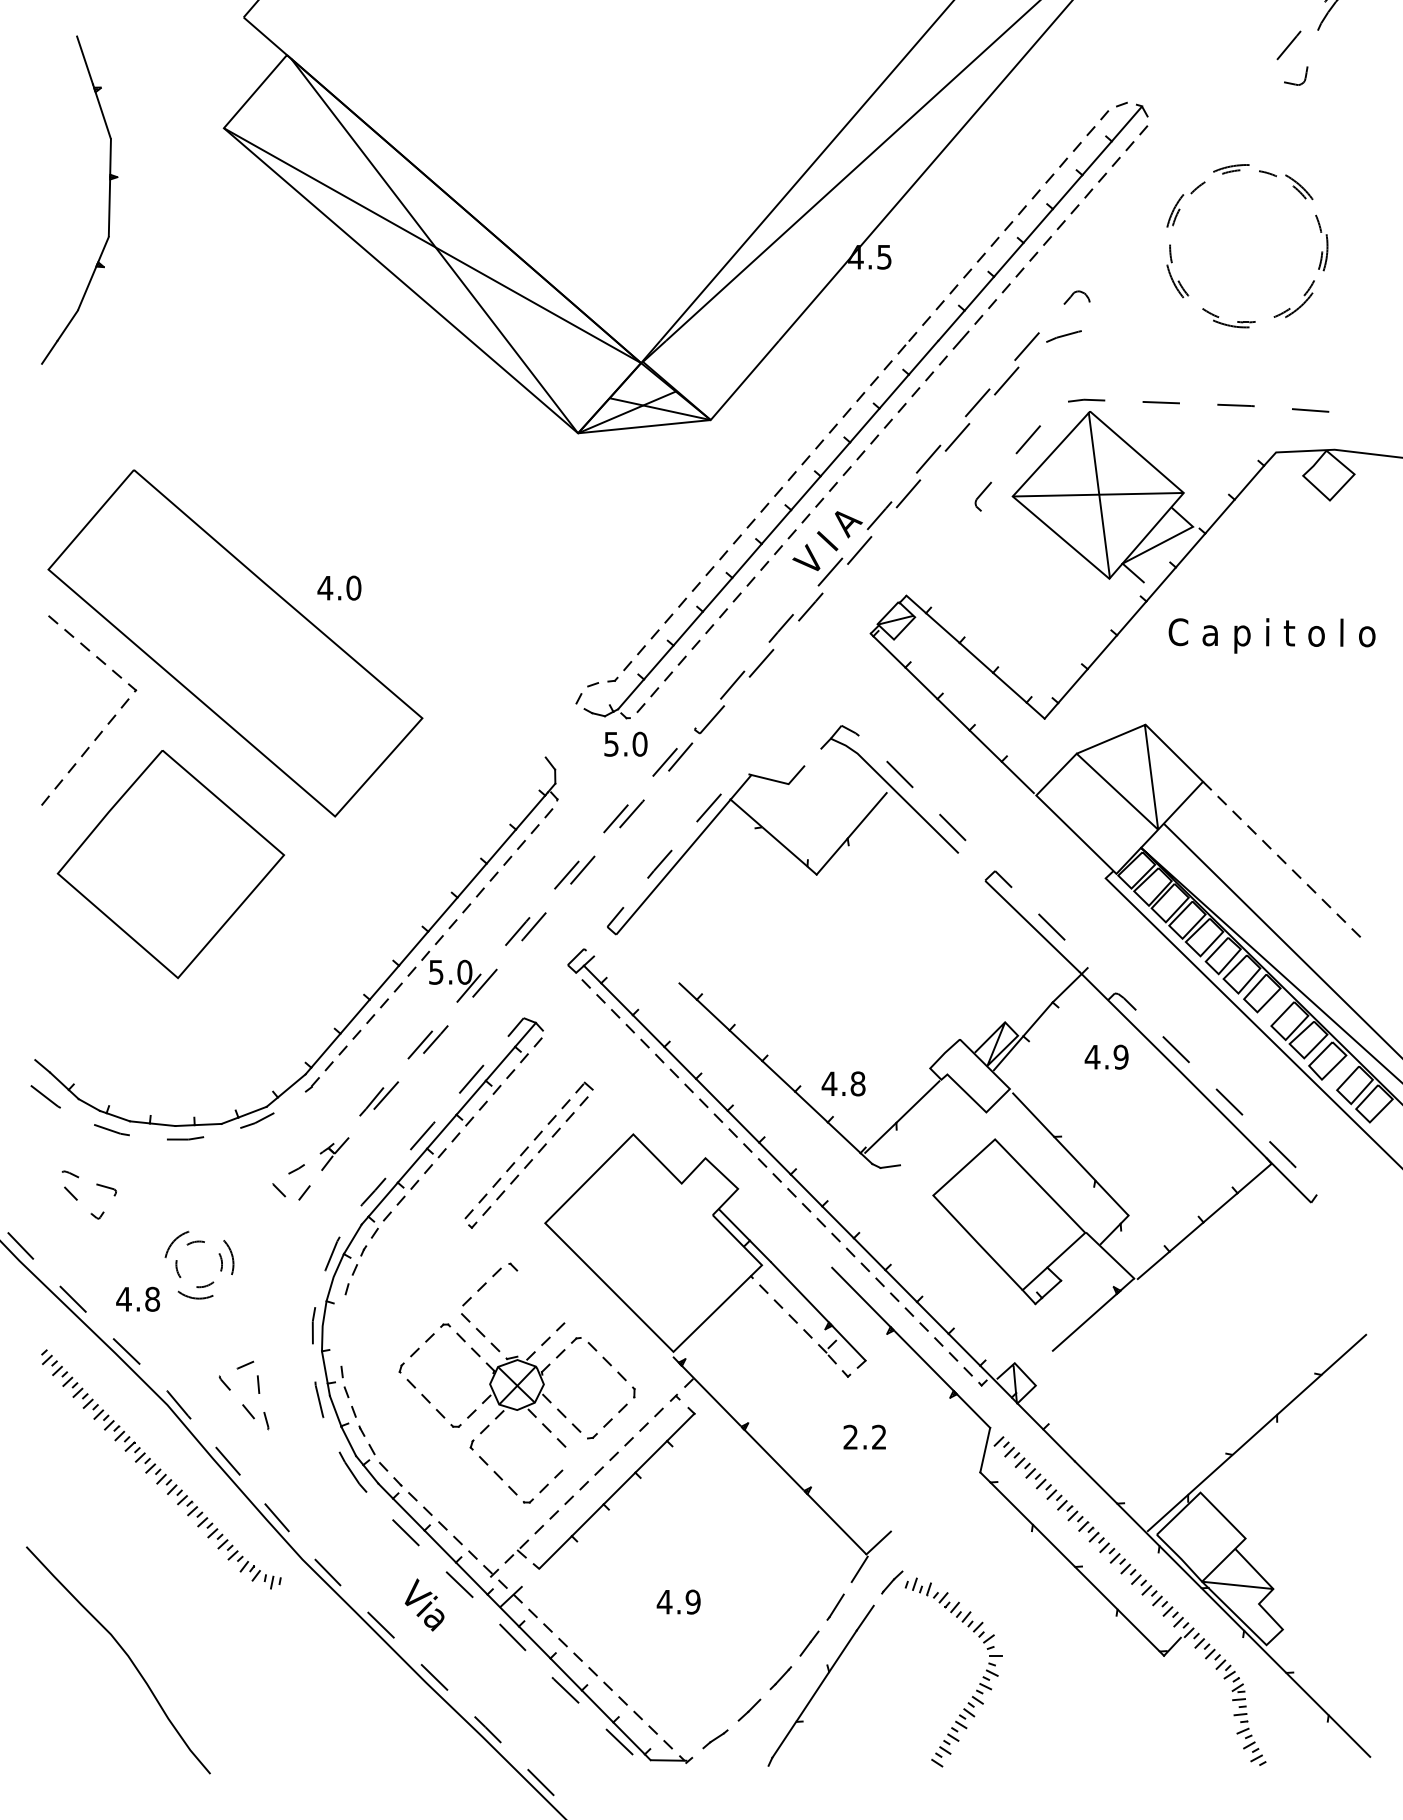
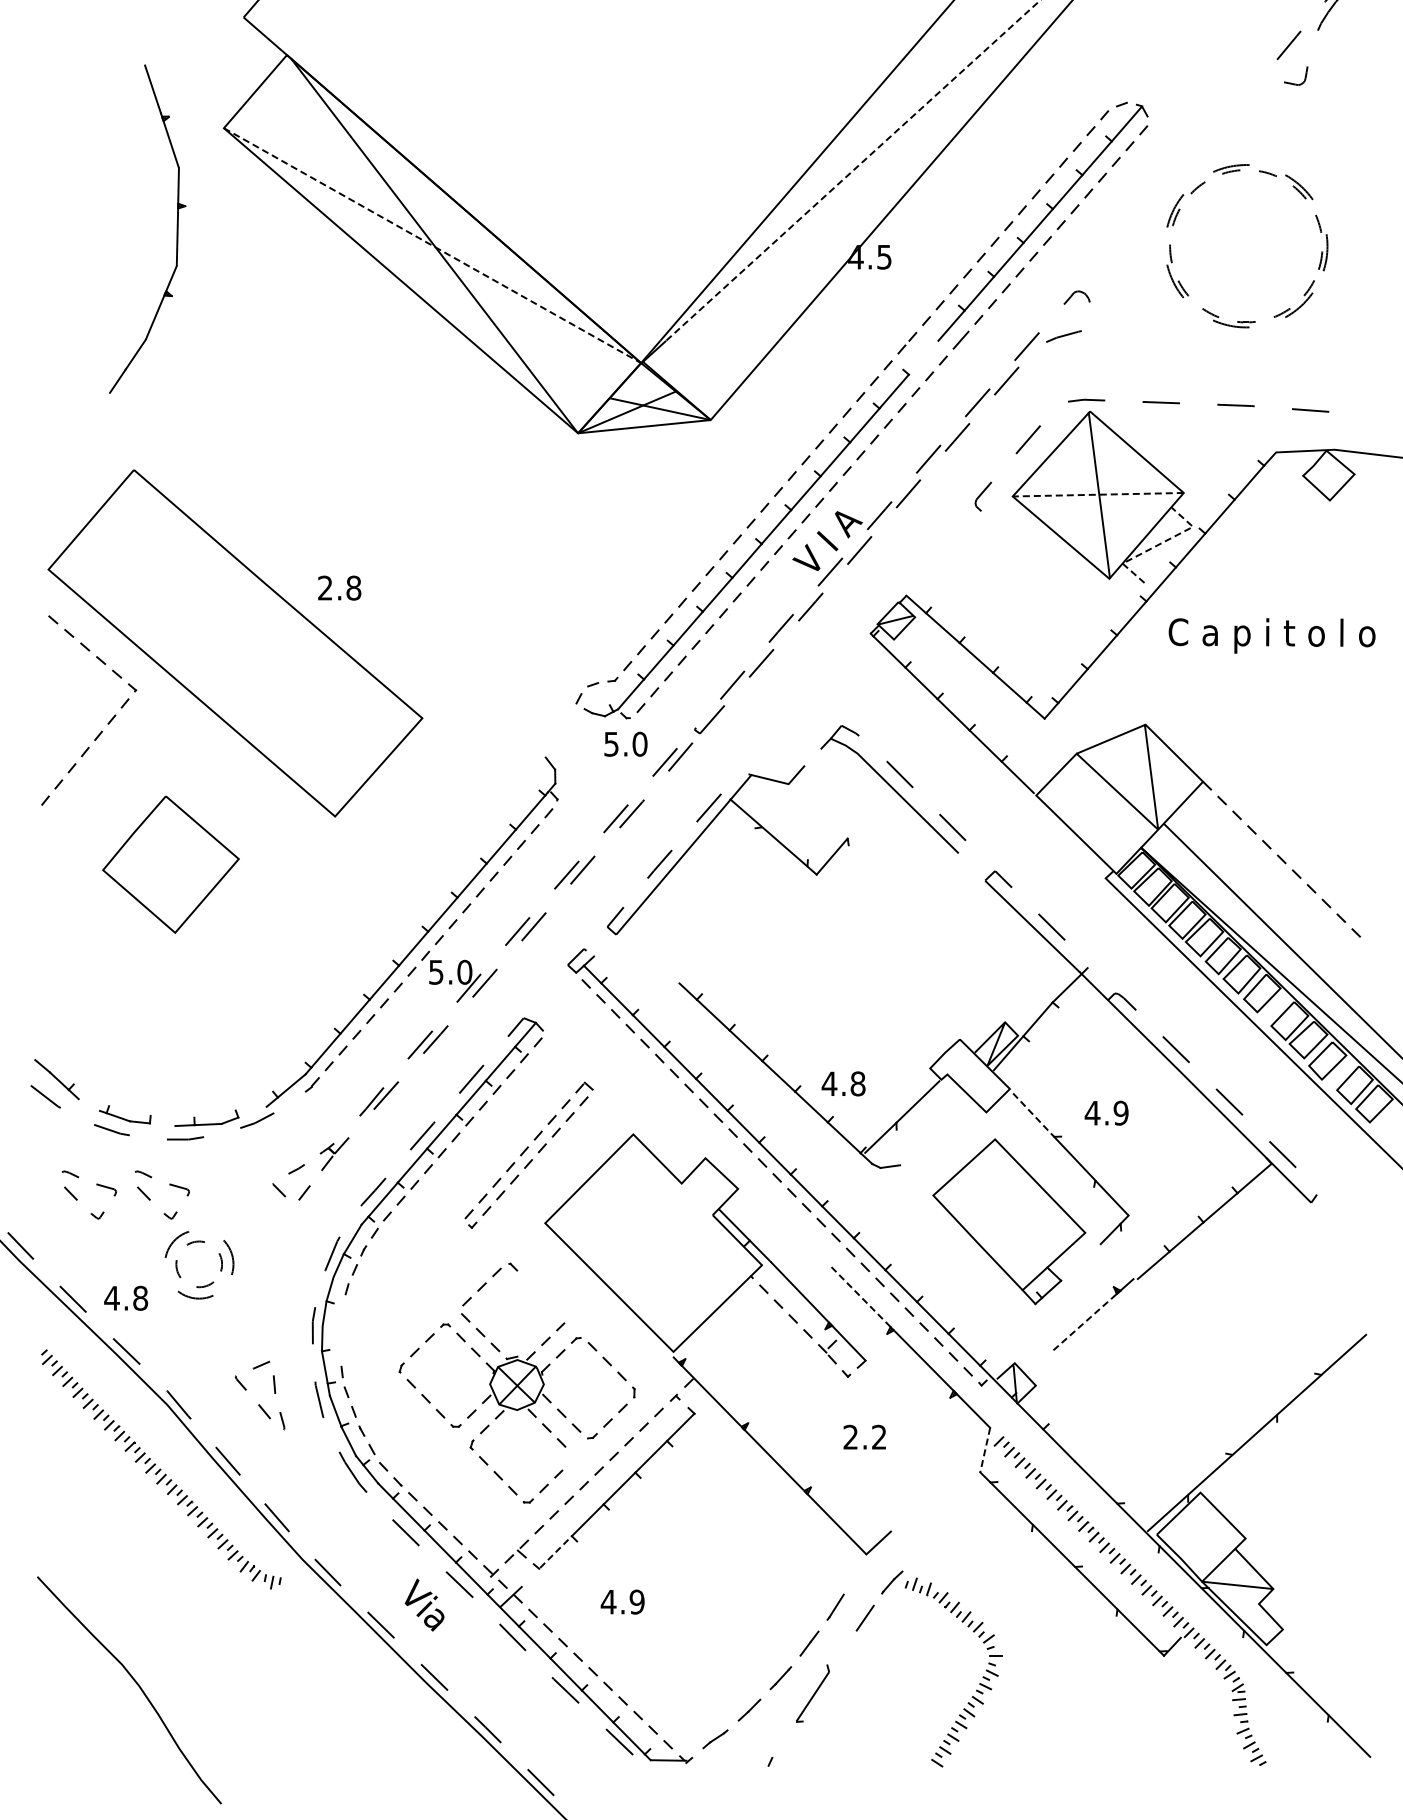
line at (853, 170): solid -> dashed
part at (108, 199) position: (108, 199) -> (176, 228)
line at (433, 246): solid -> dashed
line at (923, 357): present -> none
line at (1098, 494): solid -> dashed
line at (1157, 545): solid -> dashed
text at (339, 587): 4.0 -> 2.8
line at (866, 815): present -> none
part at (170, 864) size: 230x230 px -> 138x139 px
text at (1106, 1056) position: (1106, 1056) -> (1106, 1112)
line at (88, 1104): present -> none
line at (252, 1111): present -> none
line at (1033, 1115): solid -> dashed
line at (162, 1124): present -> none
part at (169, 1185): none -> present
line at (1110, 1255): present -> none
text at (137, 1298) position: (137, 1298) -> (125, 1297)
line at (863, 1299): solid -> dashed
line at (1084, 1322): solid -> dashed
part at (243, 1404) position: (243, 1404) -> (259, 1404)
line at (985, 1450): solid -> dashed
line at (556, 1551): solid -> dashed
line at (859, 1569): present -> none
text at (678, 1601) position: (678, 1601) -> (622, 1601)
line at (842, 1651): present -> none
curve at (125, 1654) position: (125, 1654) -> (136, 1684)
line at (784, 1739): present -> none
